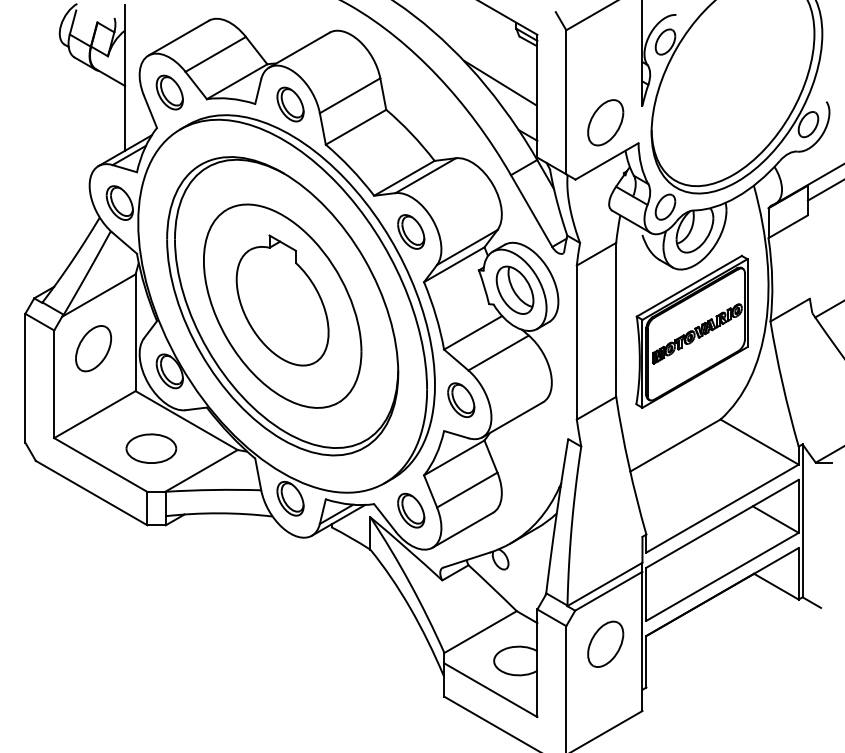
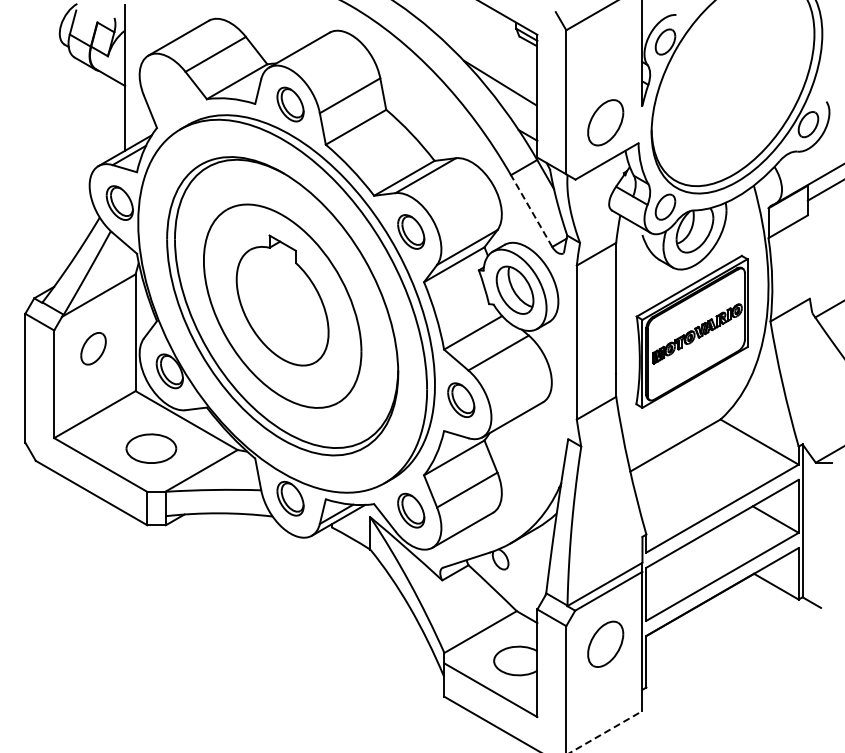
part at (169, 92): present -> none
line at (531, 210): solid -> dashed
part at (93, 348) size: 37x48 px -> 27x34 px
line at (606, 731): solid -> dashed
